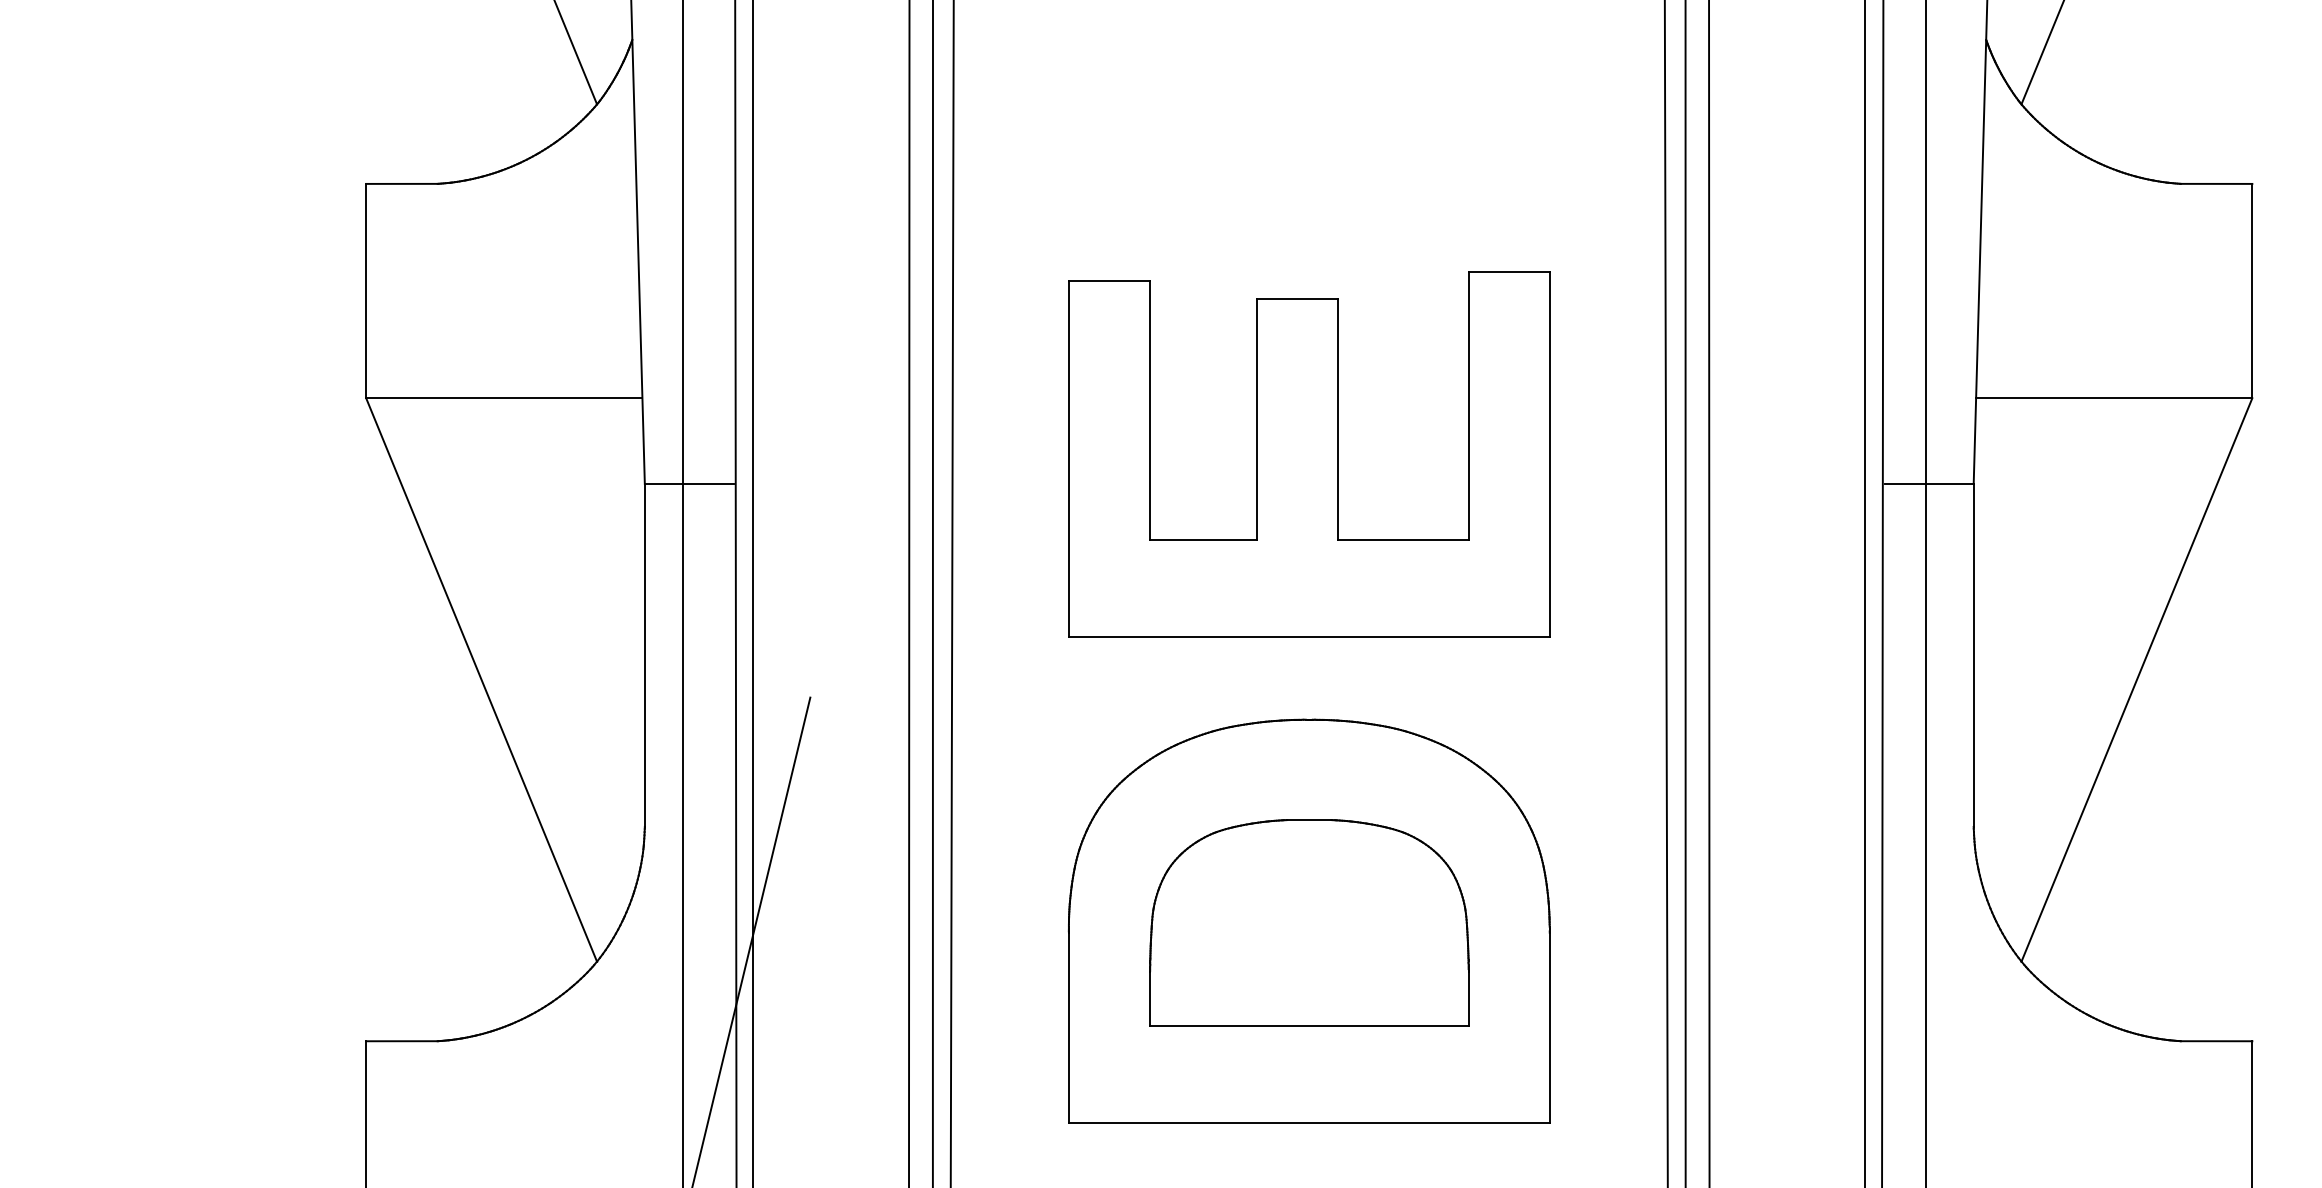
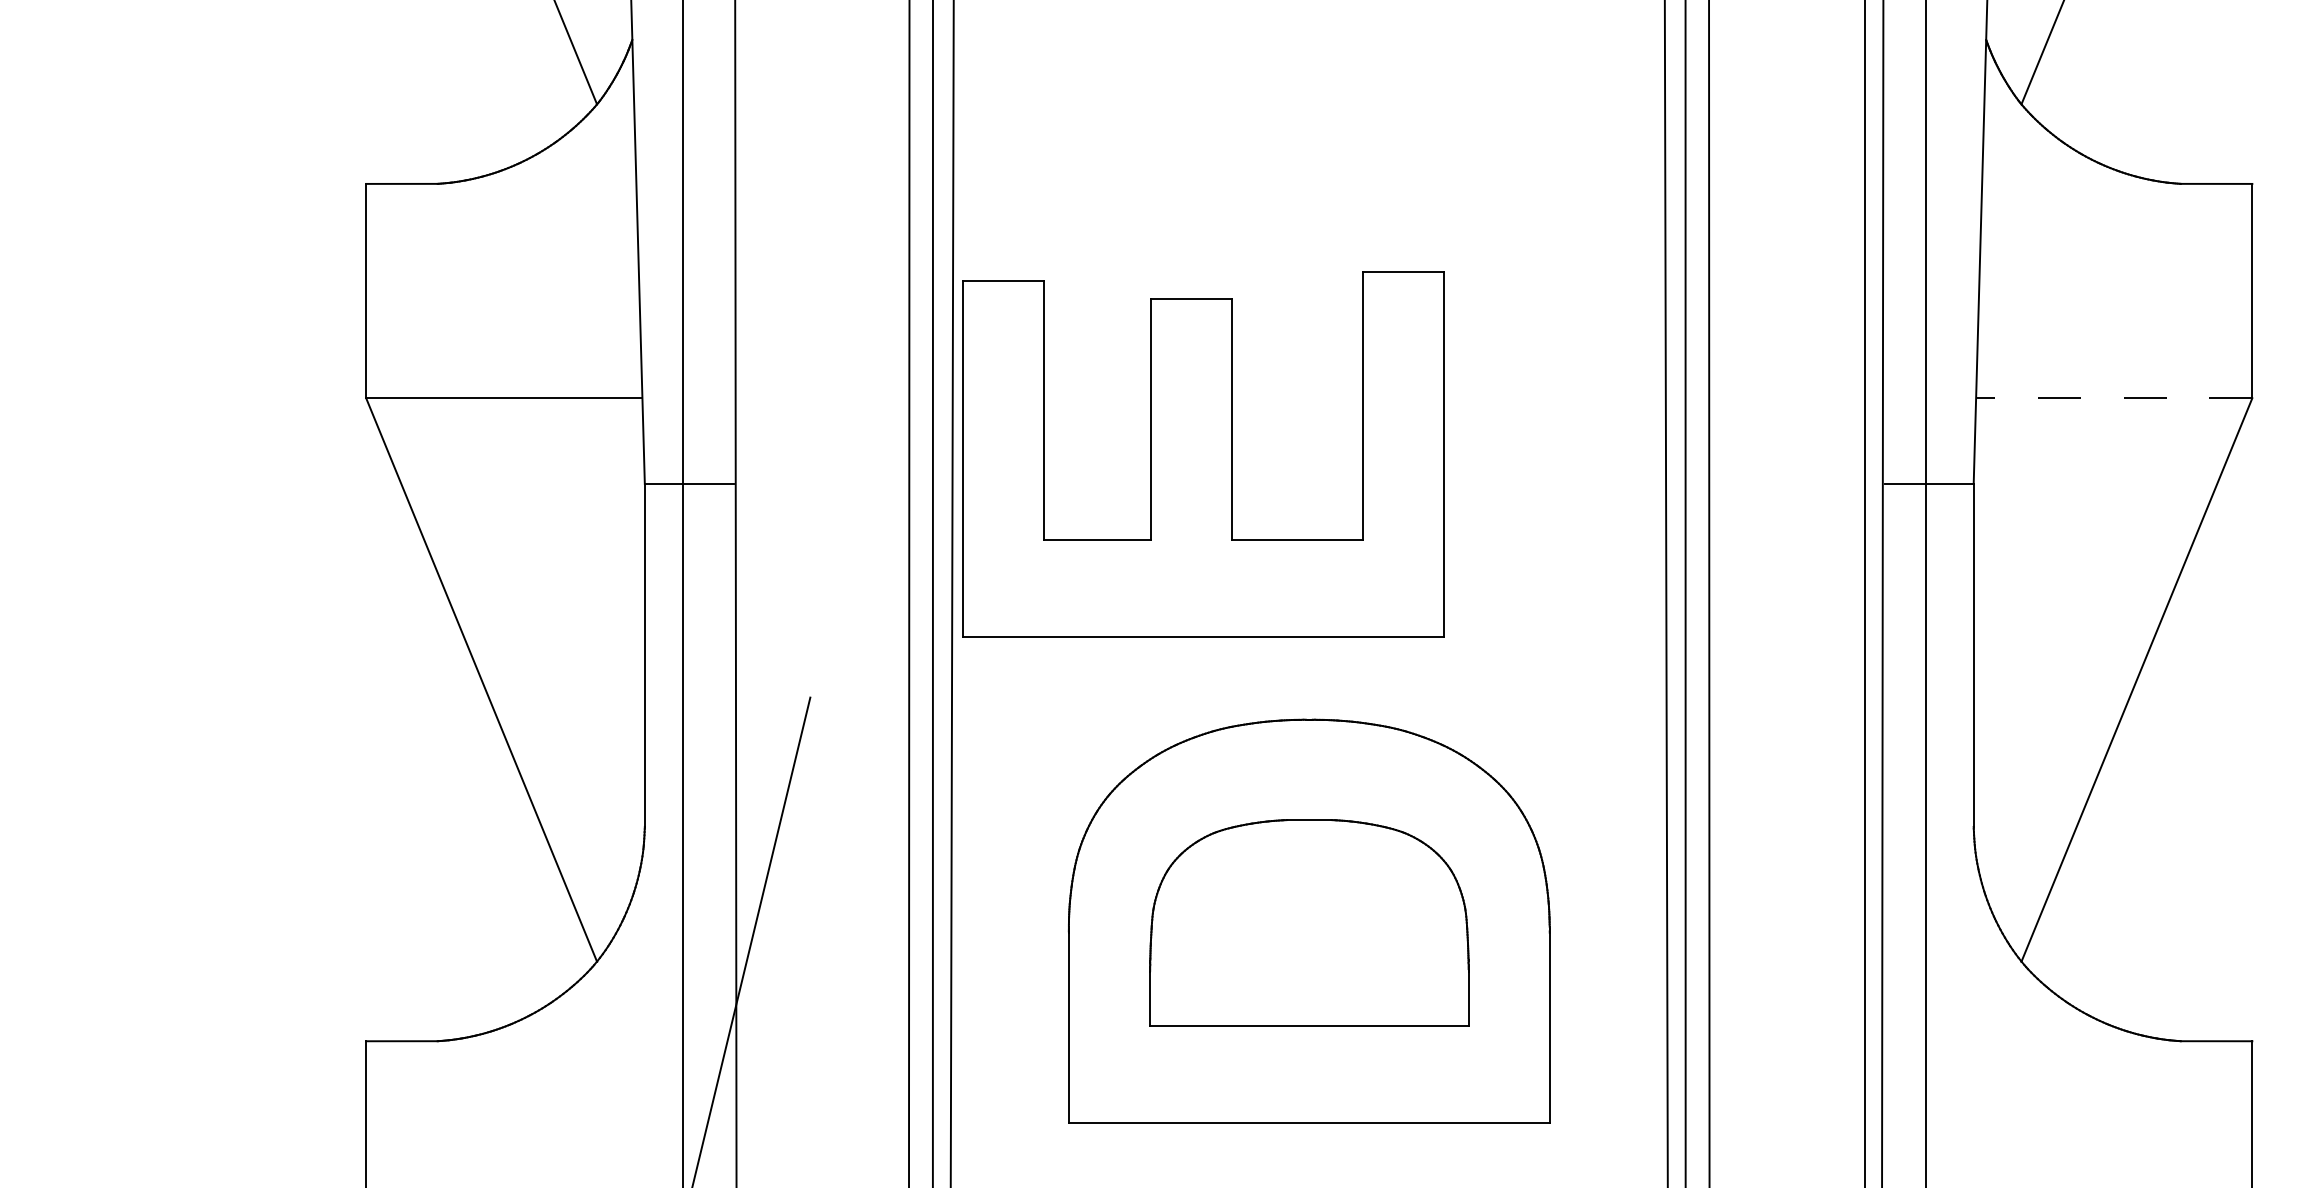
line at (2113, 398): solid -> dashed
part at (1309, 454) position: (1309, 454) -> (1203, 454)
line at (753, 593): present -> none
